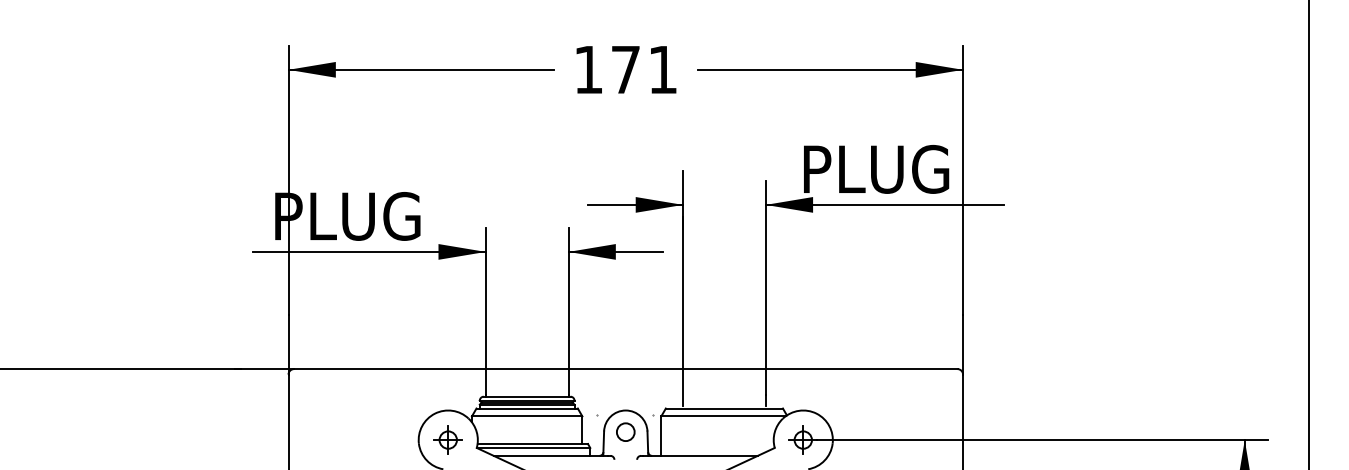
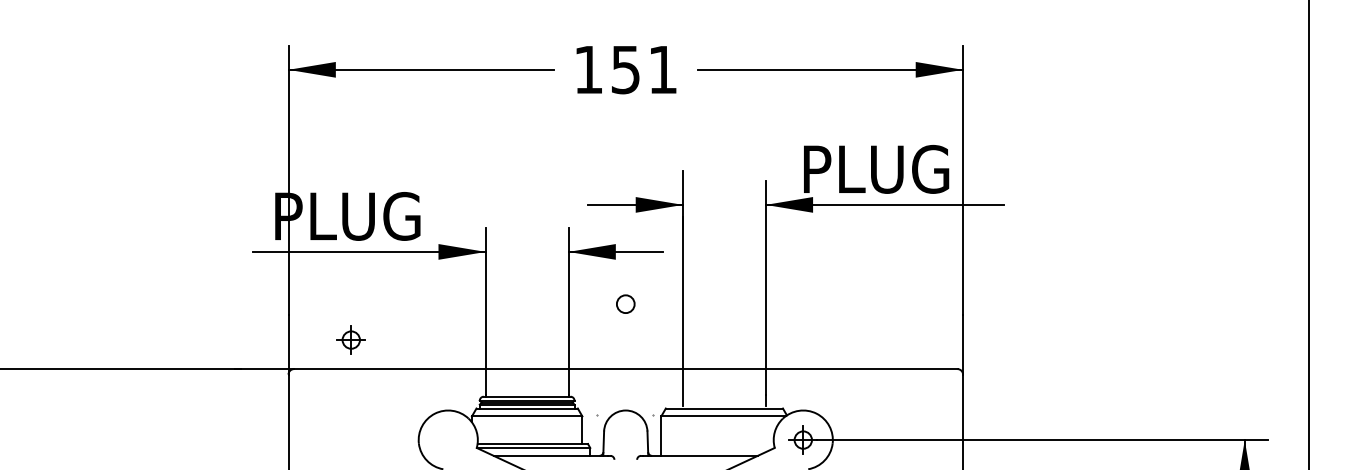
text at (625, 70): 171 -> 151
circle at (625, 431) position: (625, 431) -> (625, 303)
part at (447, 439) position: (447, 439) -> (350, 339)
